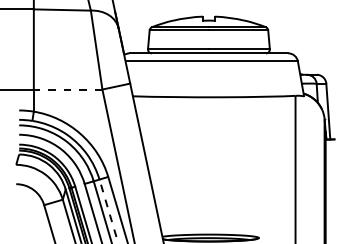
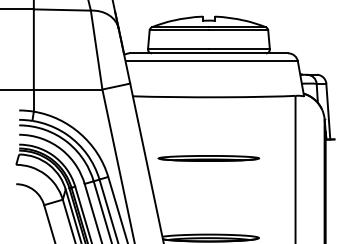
line at (67, 89): dashed -> solid
part at (208, 158): none -> present
line at (108, 211): dashed -> solid
